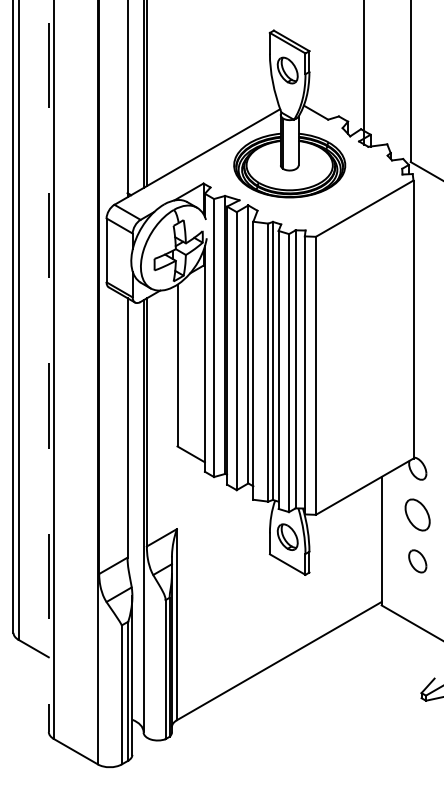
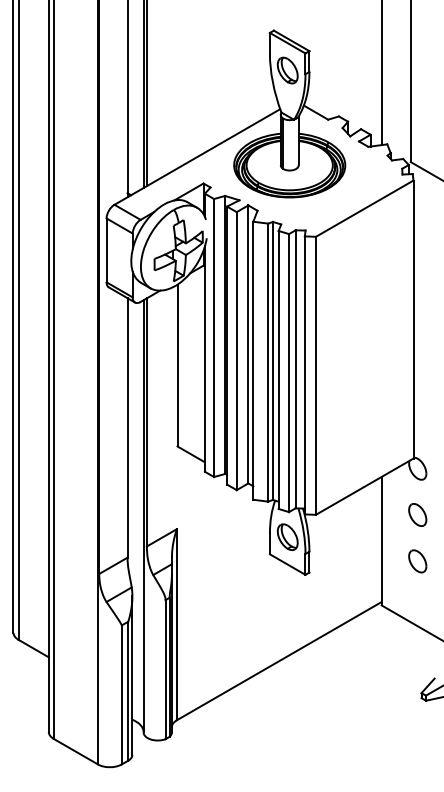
line at (363, 73) position: (363, 73) -> (381, 73)
line at (48, 366): dashed -> solid
part at (417, 514) size: 27x34 px -> 20x24 px
